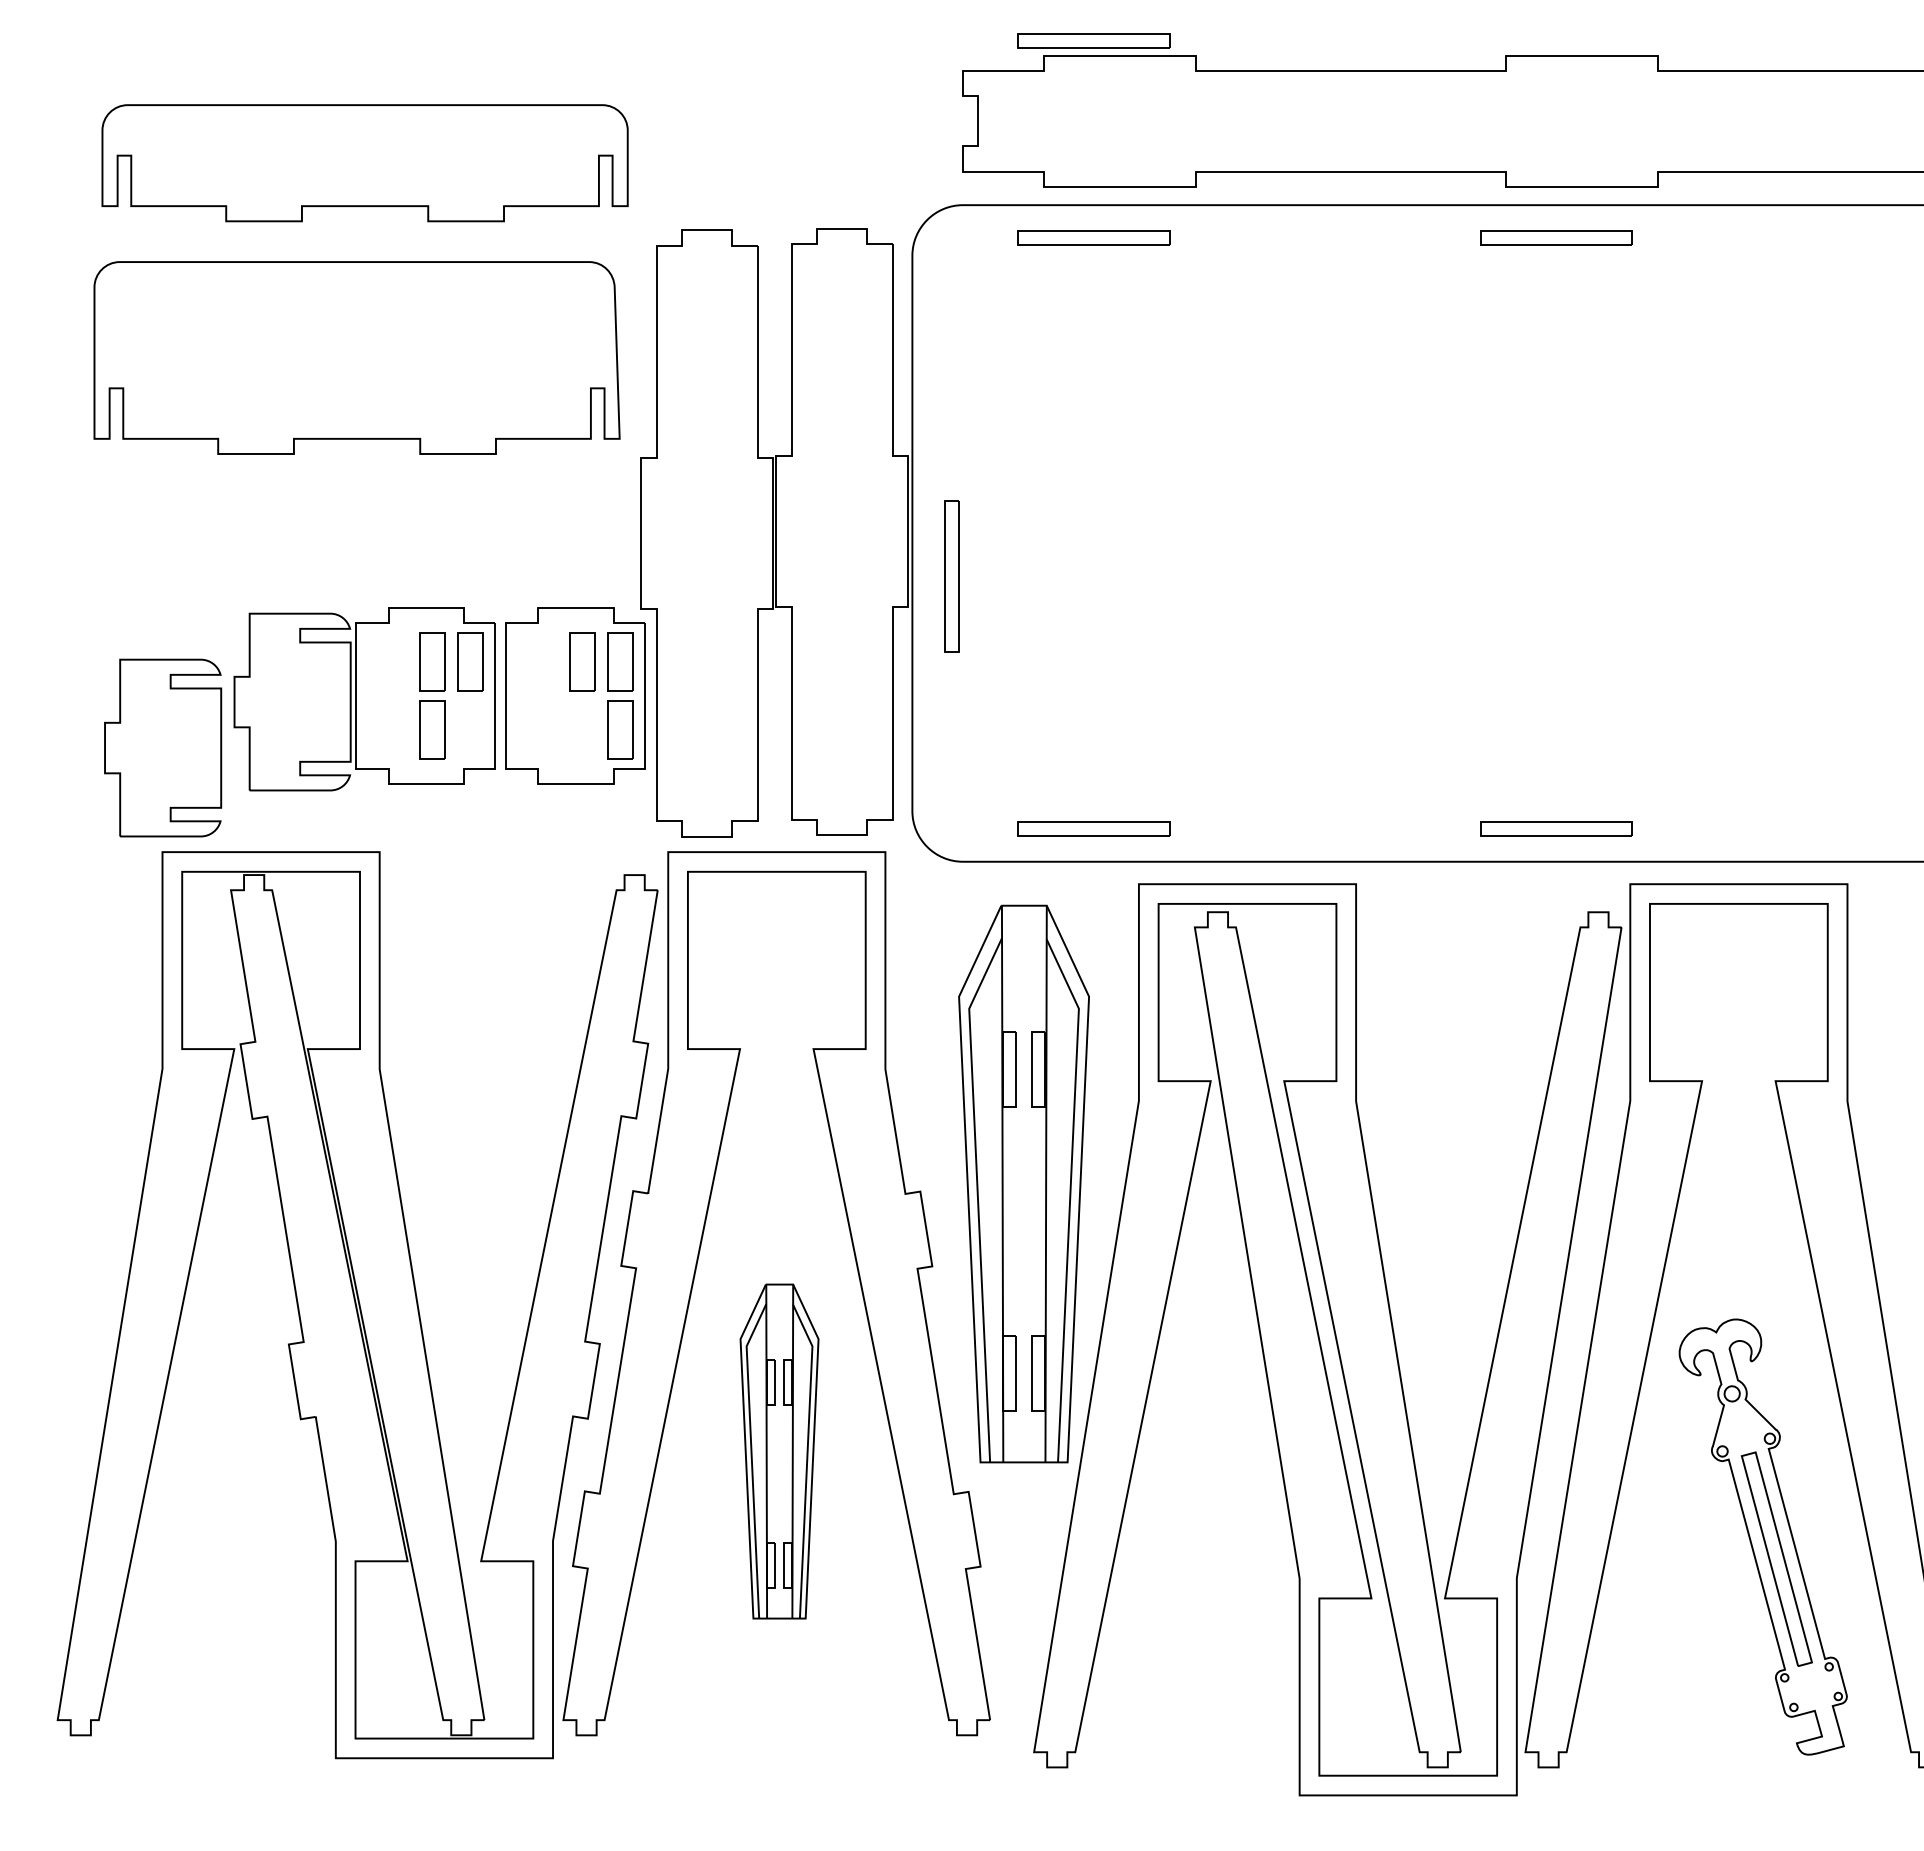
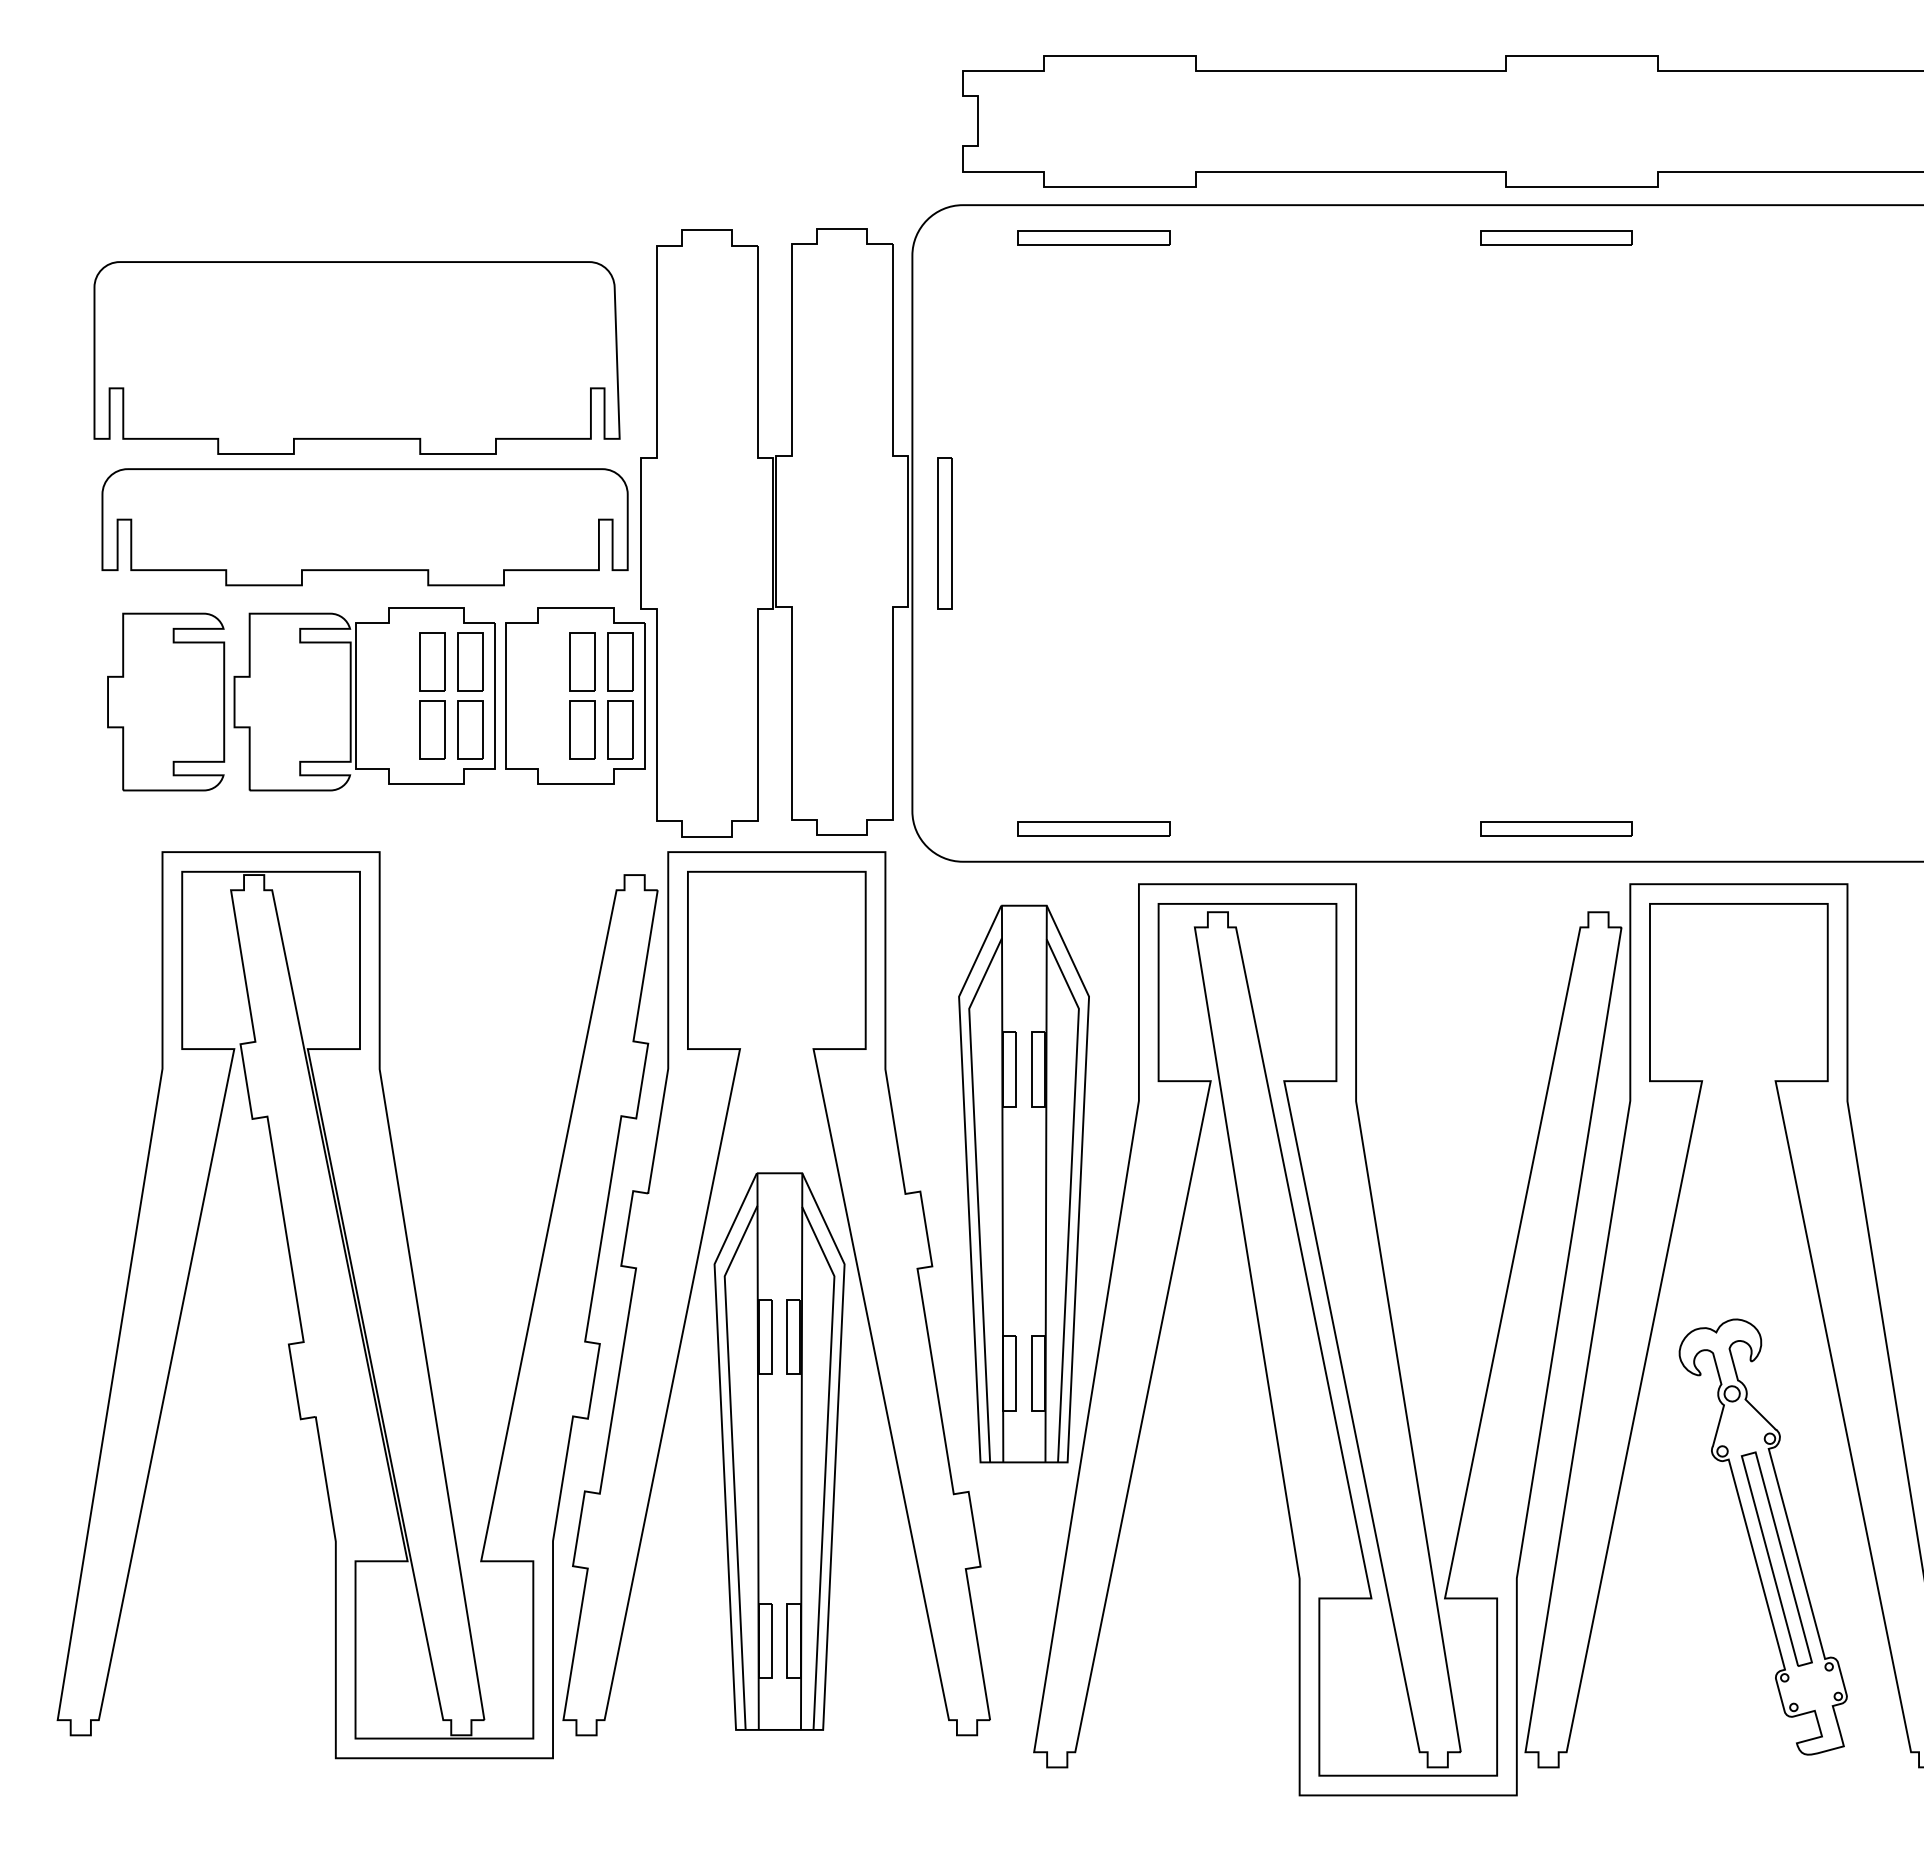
part at (1093, 40): present -> none
part at (364, 163) position: (364, 163) -> (364, 527)
part at (951, 576) position: (951, 576) -> (944, 533)
part at (470, 729): none -> present
part at (582, 729): none -> present
part at (163, 747) position: (163, 747) -> (166, 701)
part at (779, 1451) size: 81x337 px -> 133x559 px
